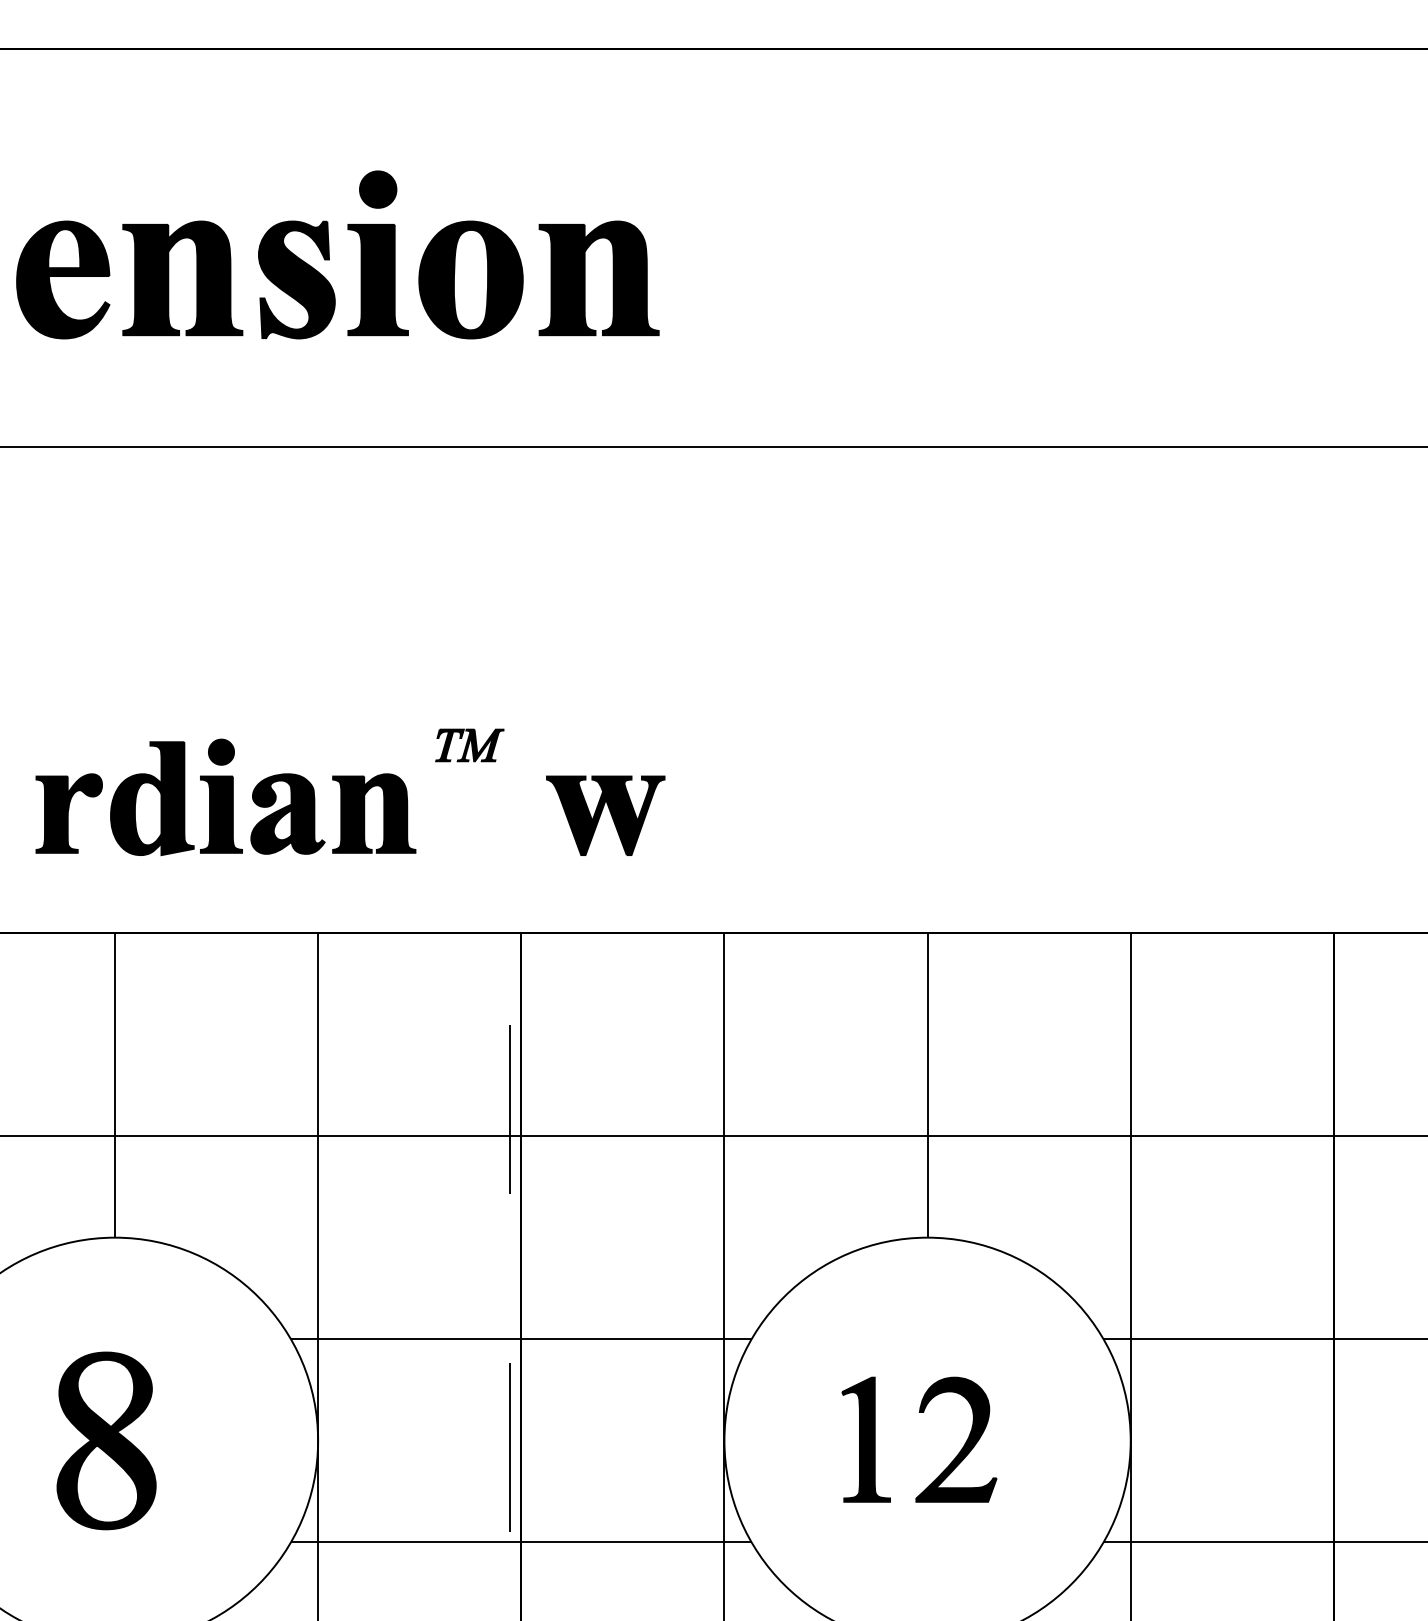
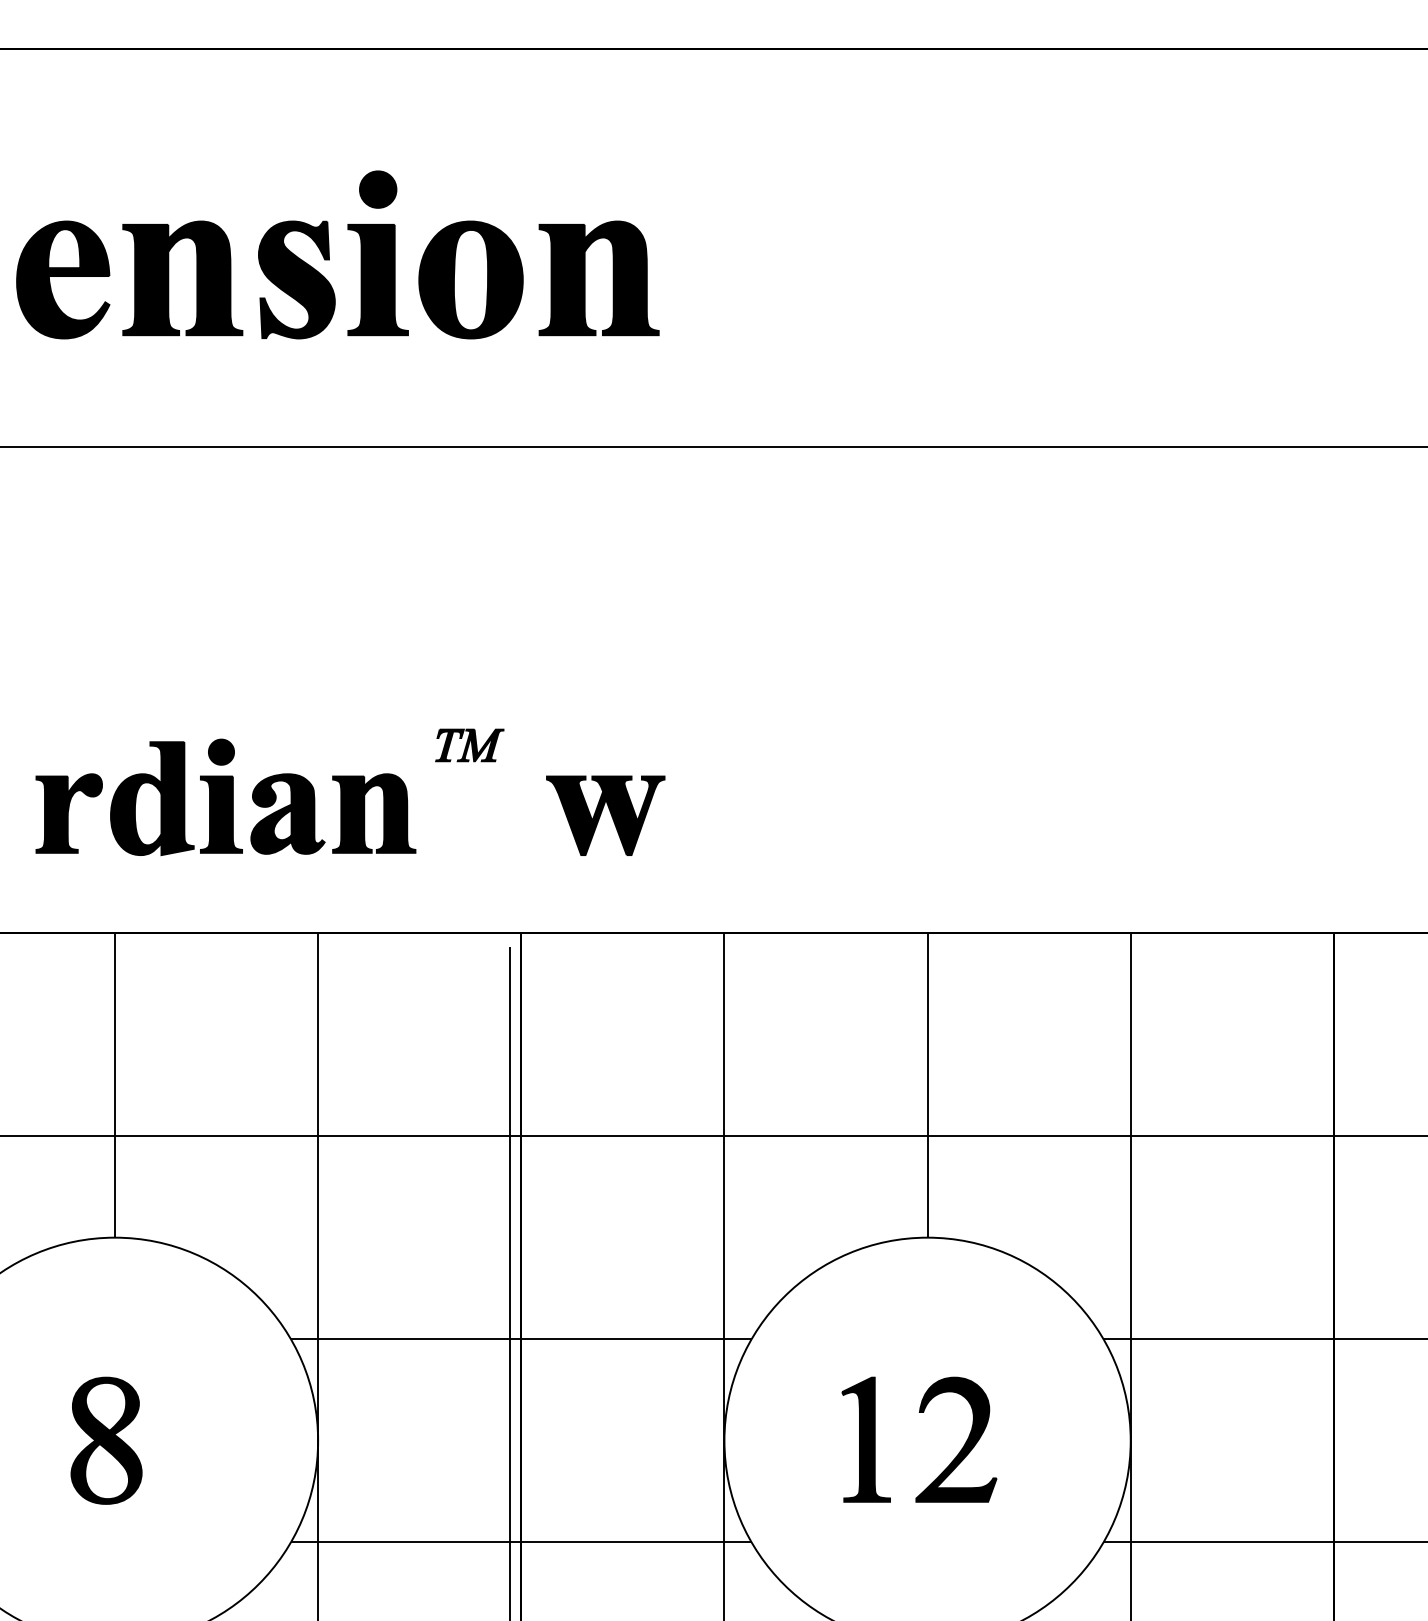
line at (510, 1283): dashed -> solid
part at (106, 1440) size: 101x180 px -> 73x129 px
